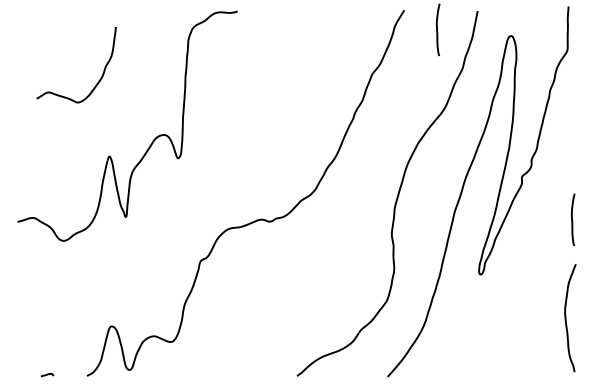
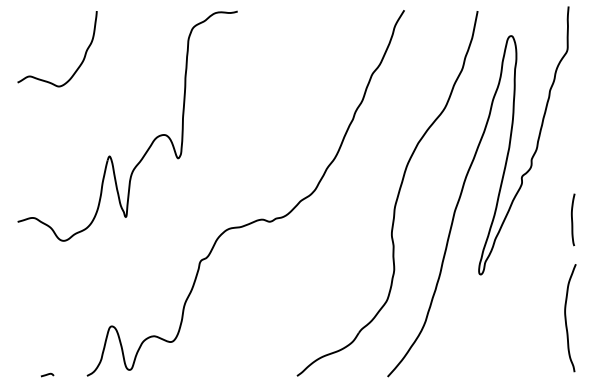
curve at (437, 29): present -> none
curve at (98, 80) position: (98, 80) -> (79, 64)
